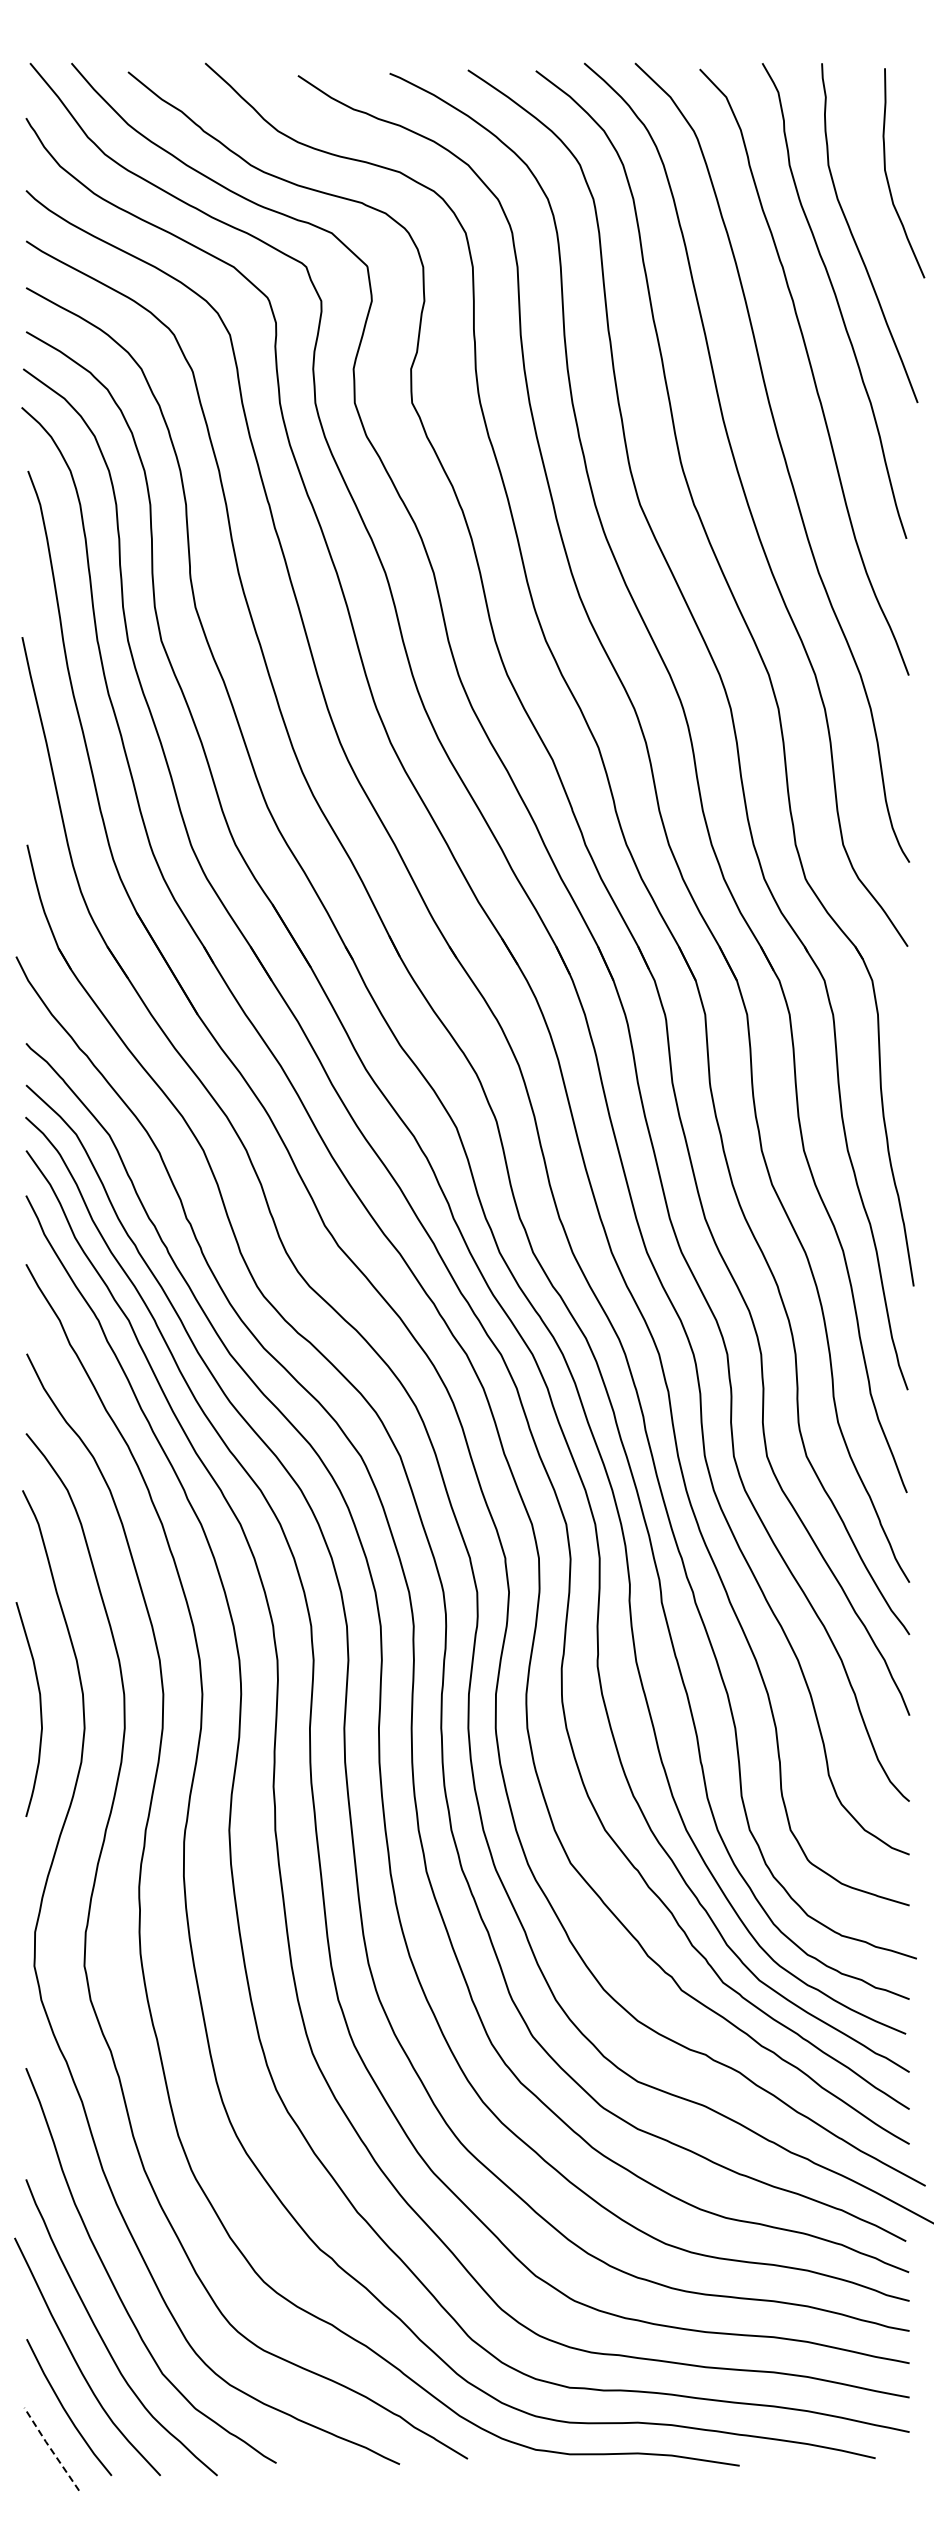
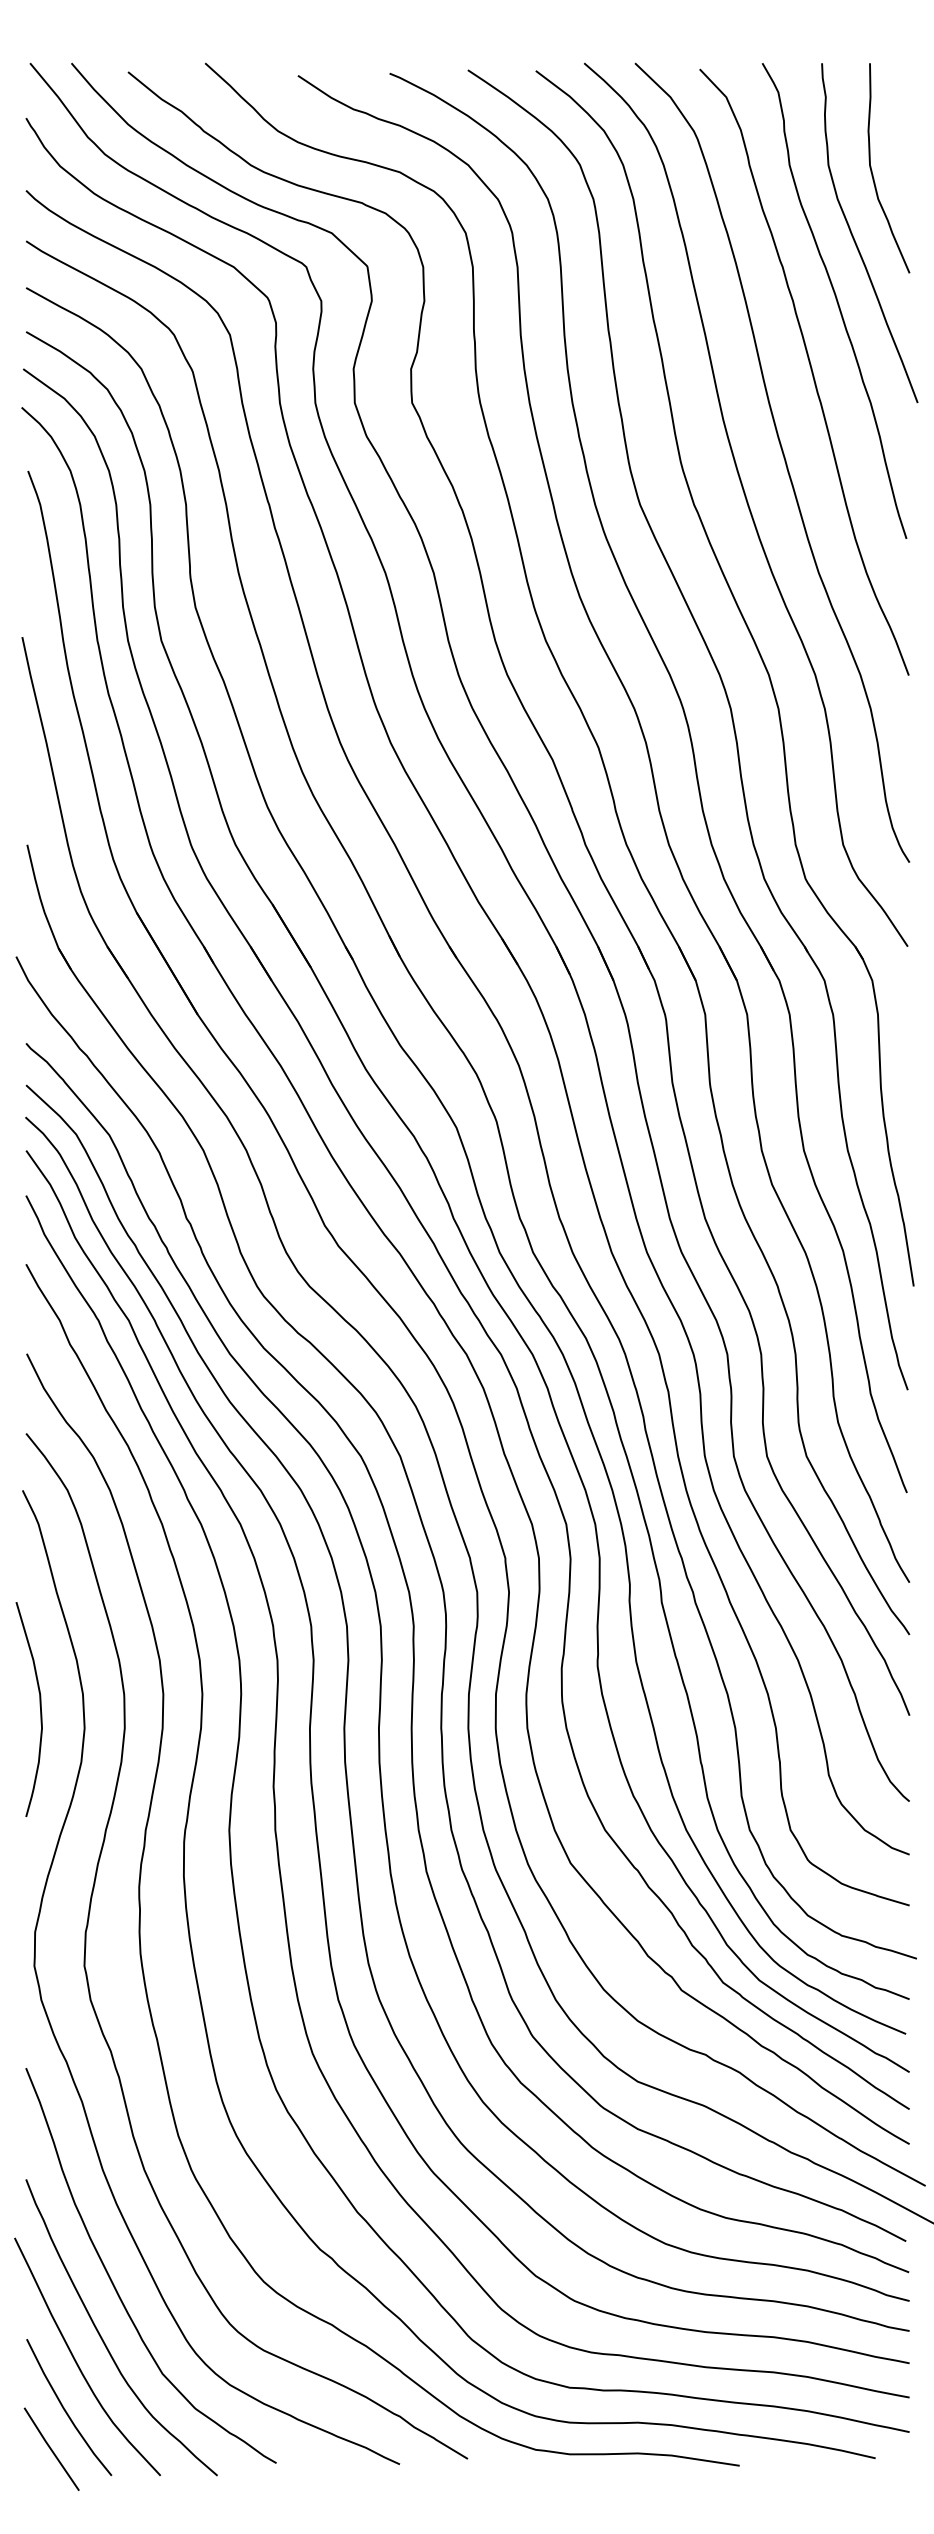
curve at (887, 175) position: (887, 175) -> (872, 170)
line at (50, 2449): dashed -> solid
